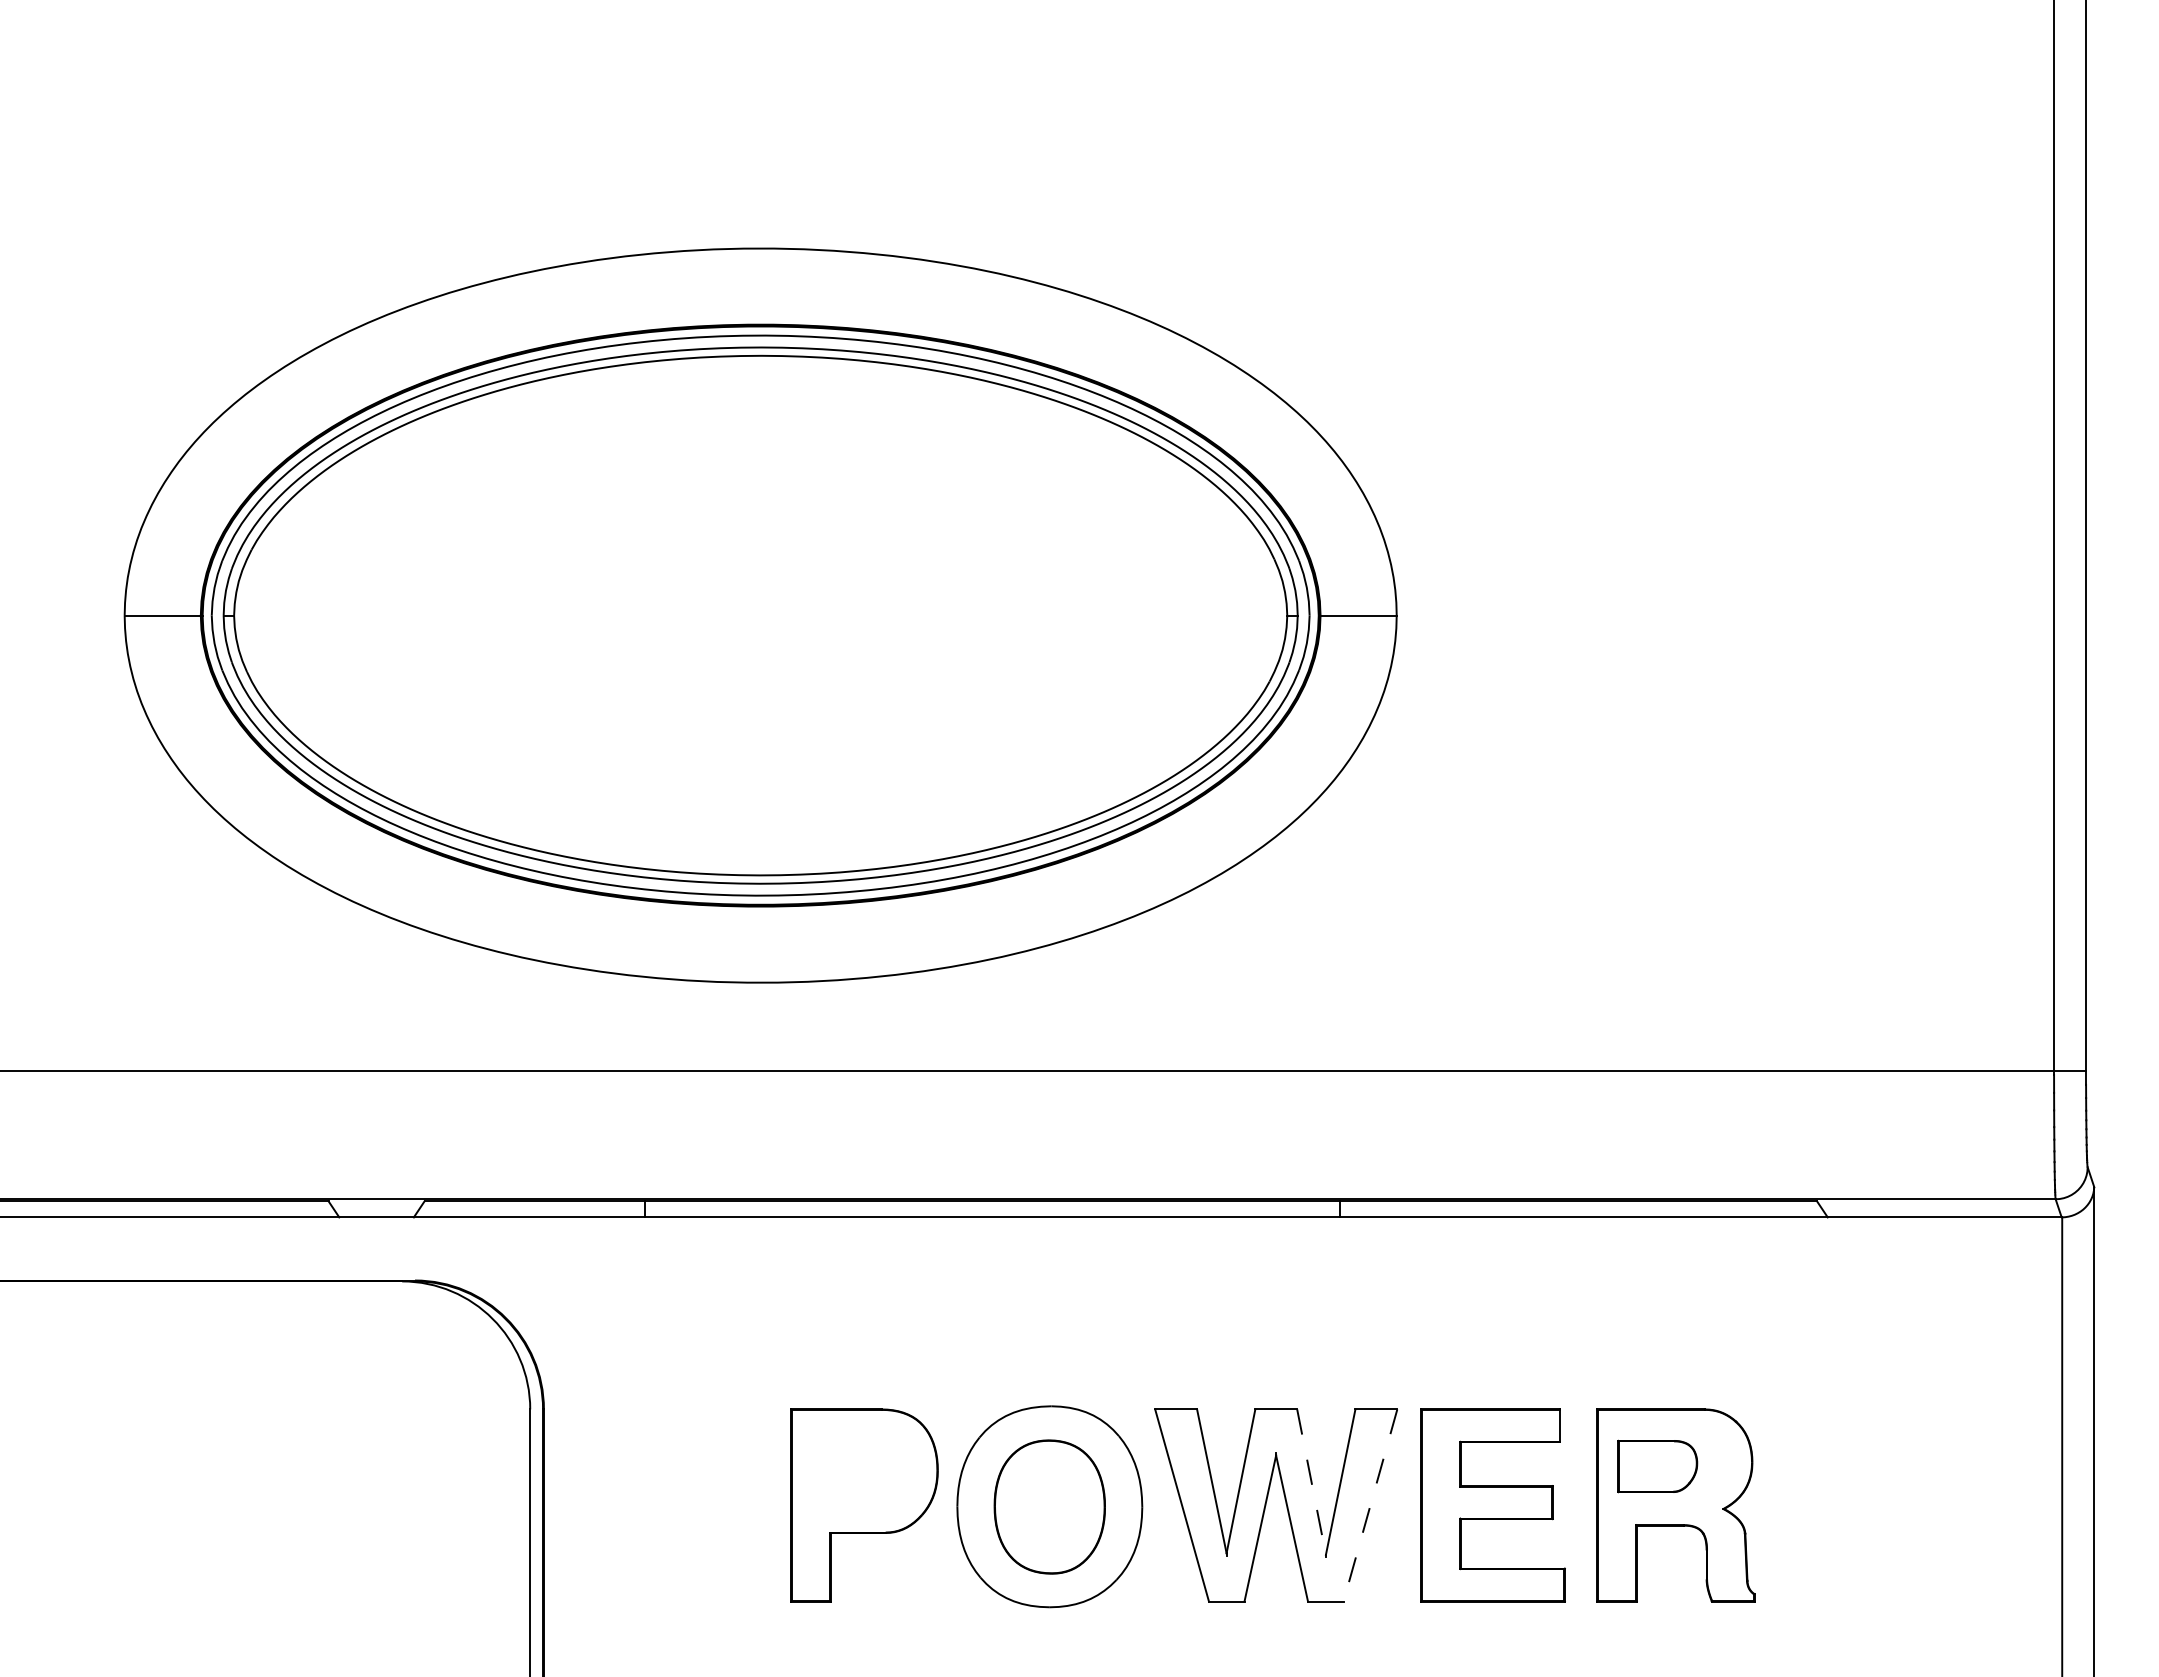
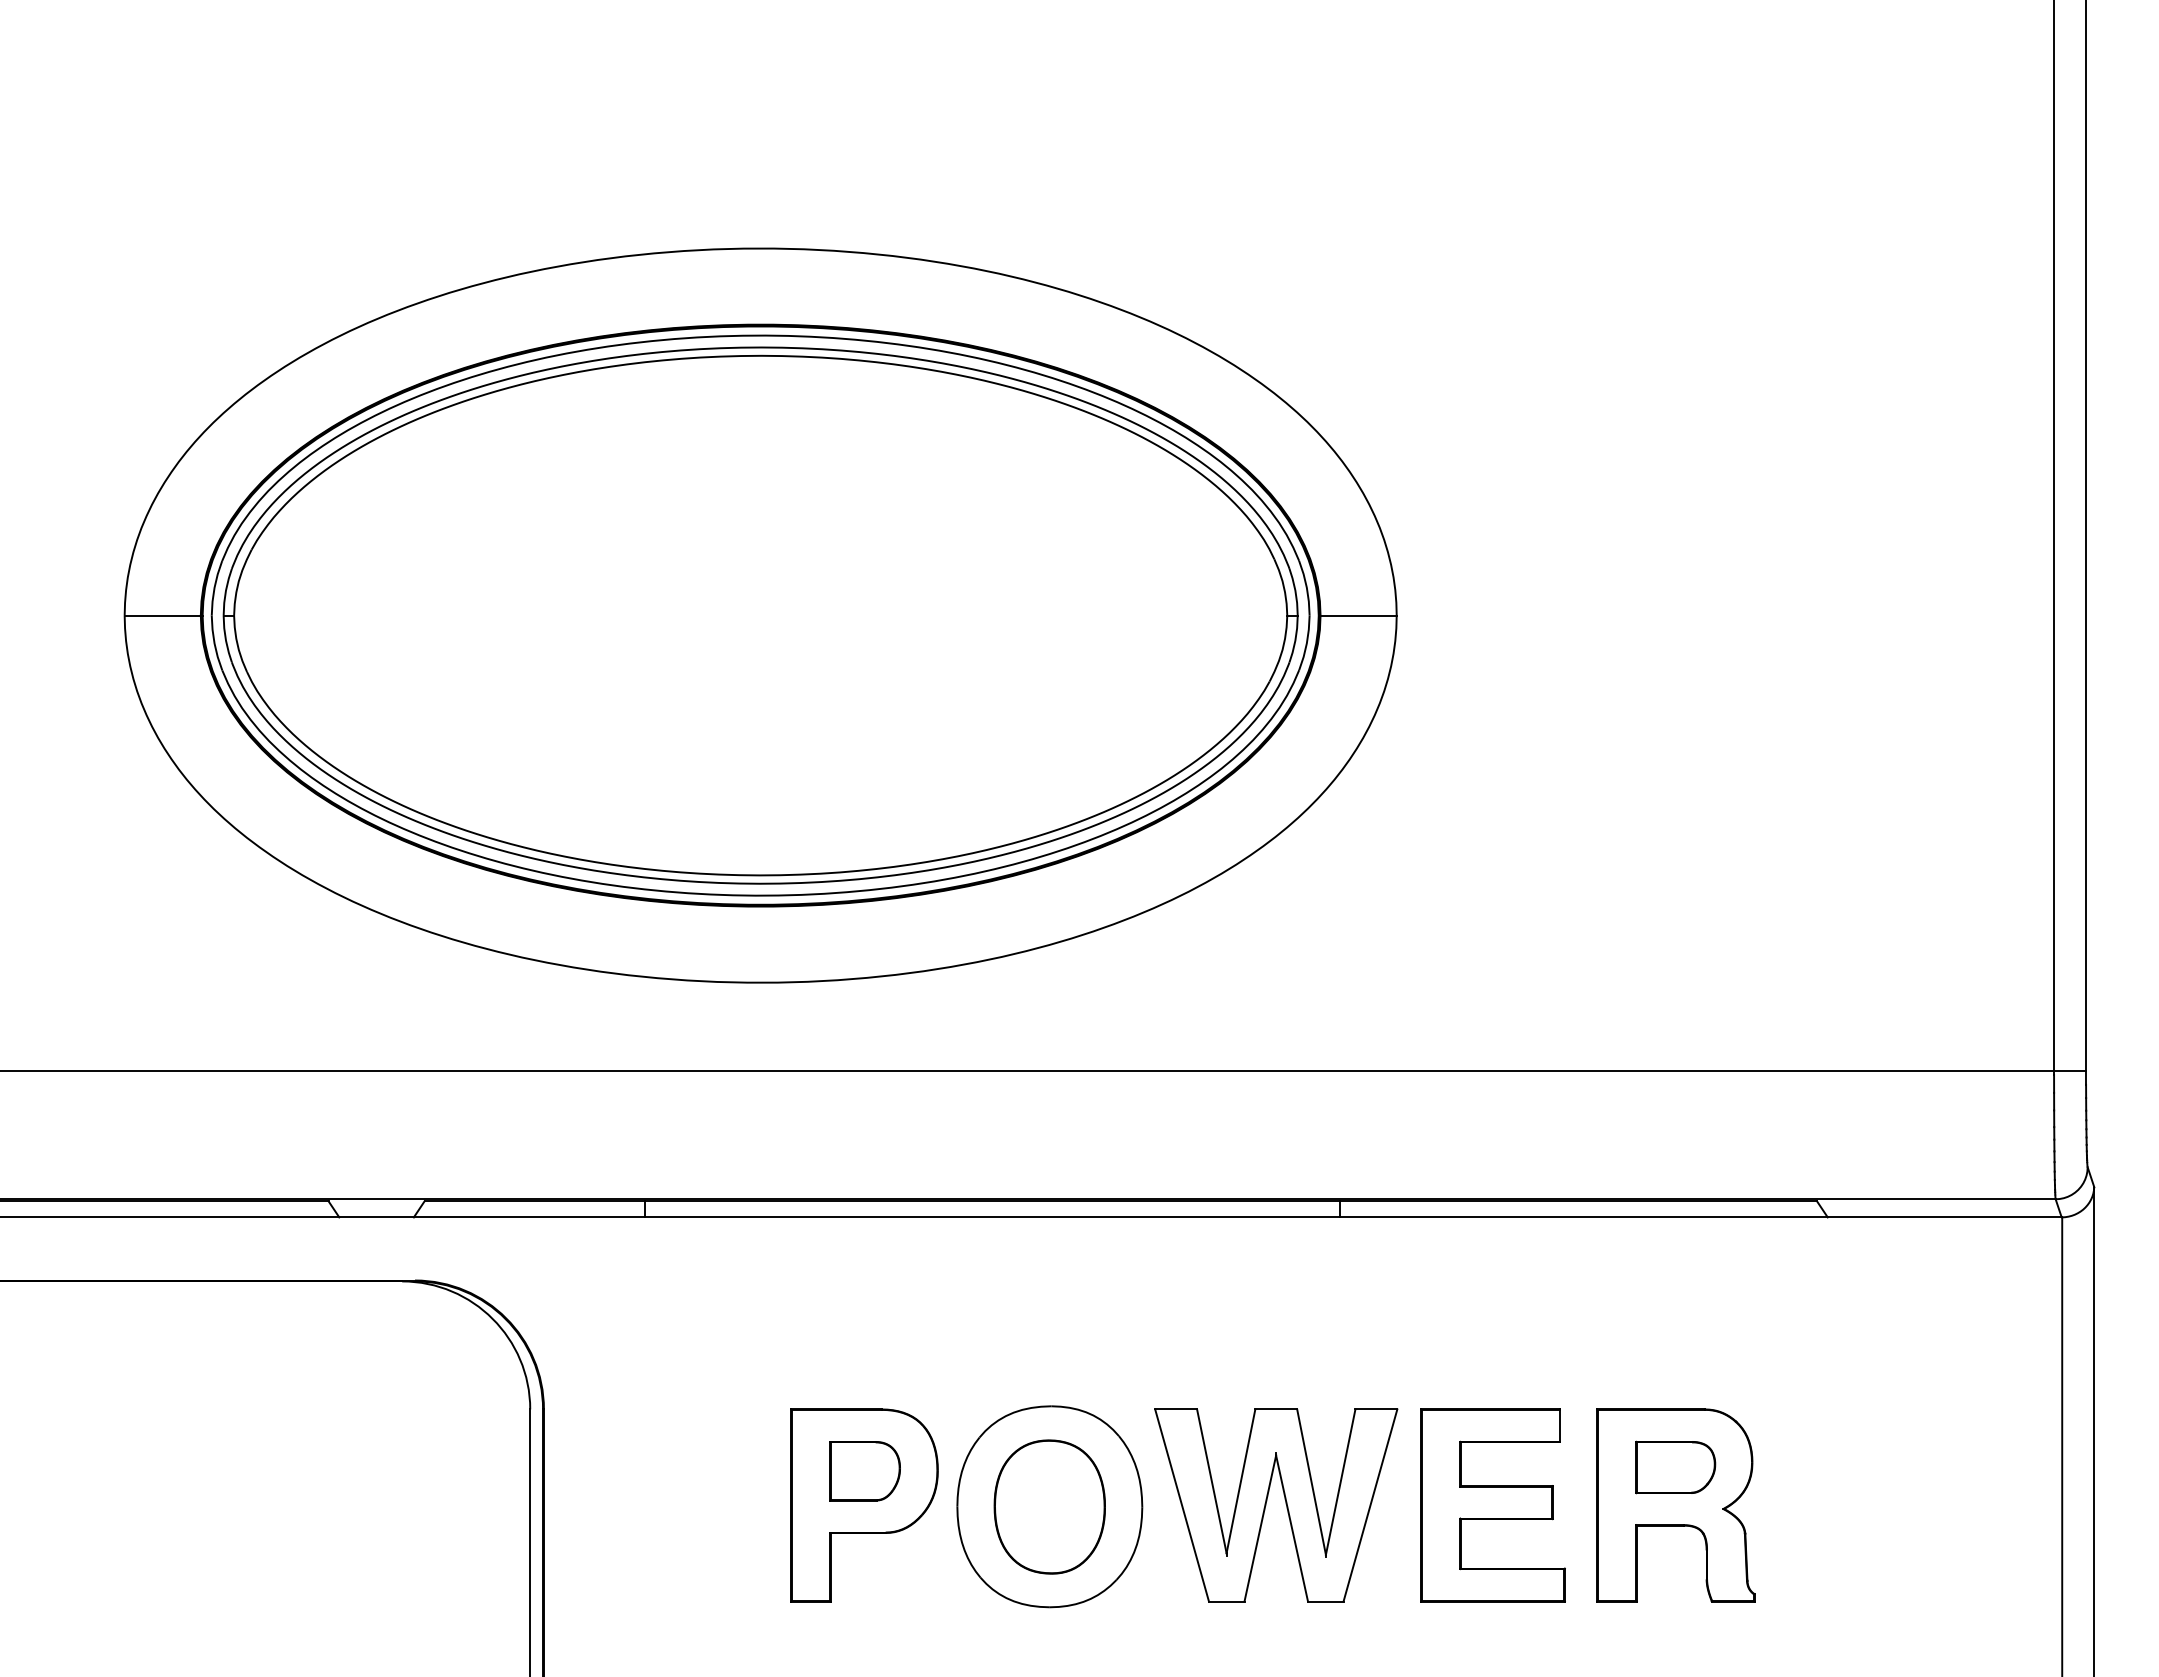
part at (1657, 1466) position: (1657, 1466) -> (1675, 1467)
part at (864, 1471): none -> present
line at (1311, 1482): dashed -> solid
line at (1370, 1505): dashed -> solid
